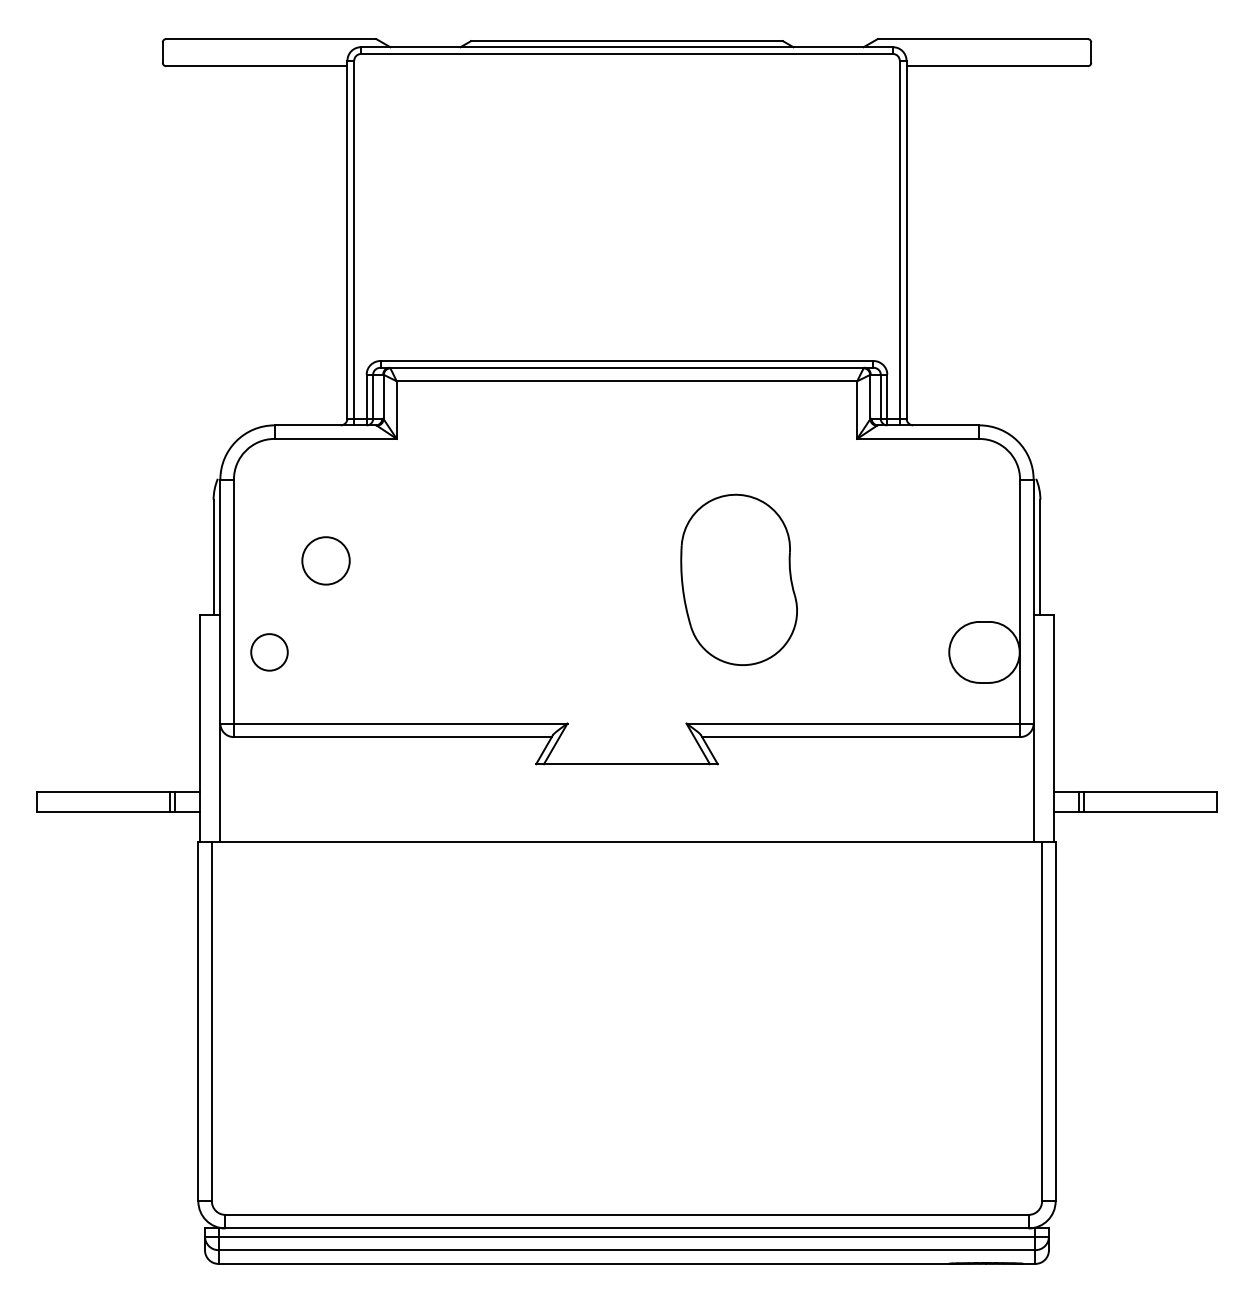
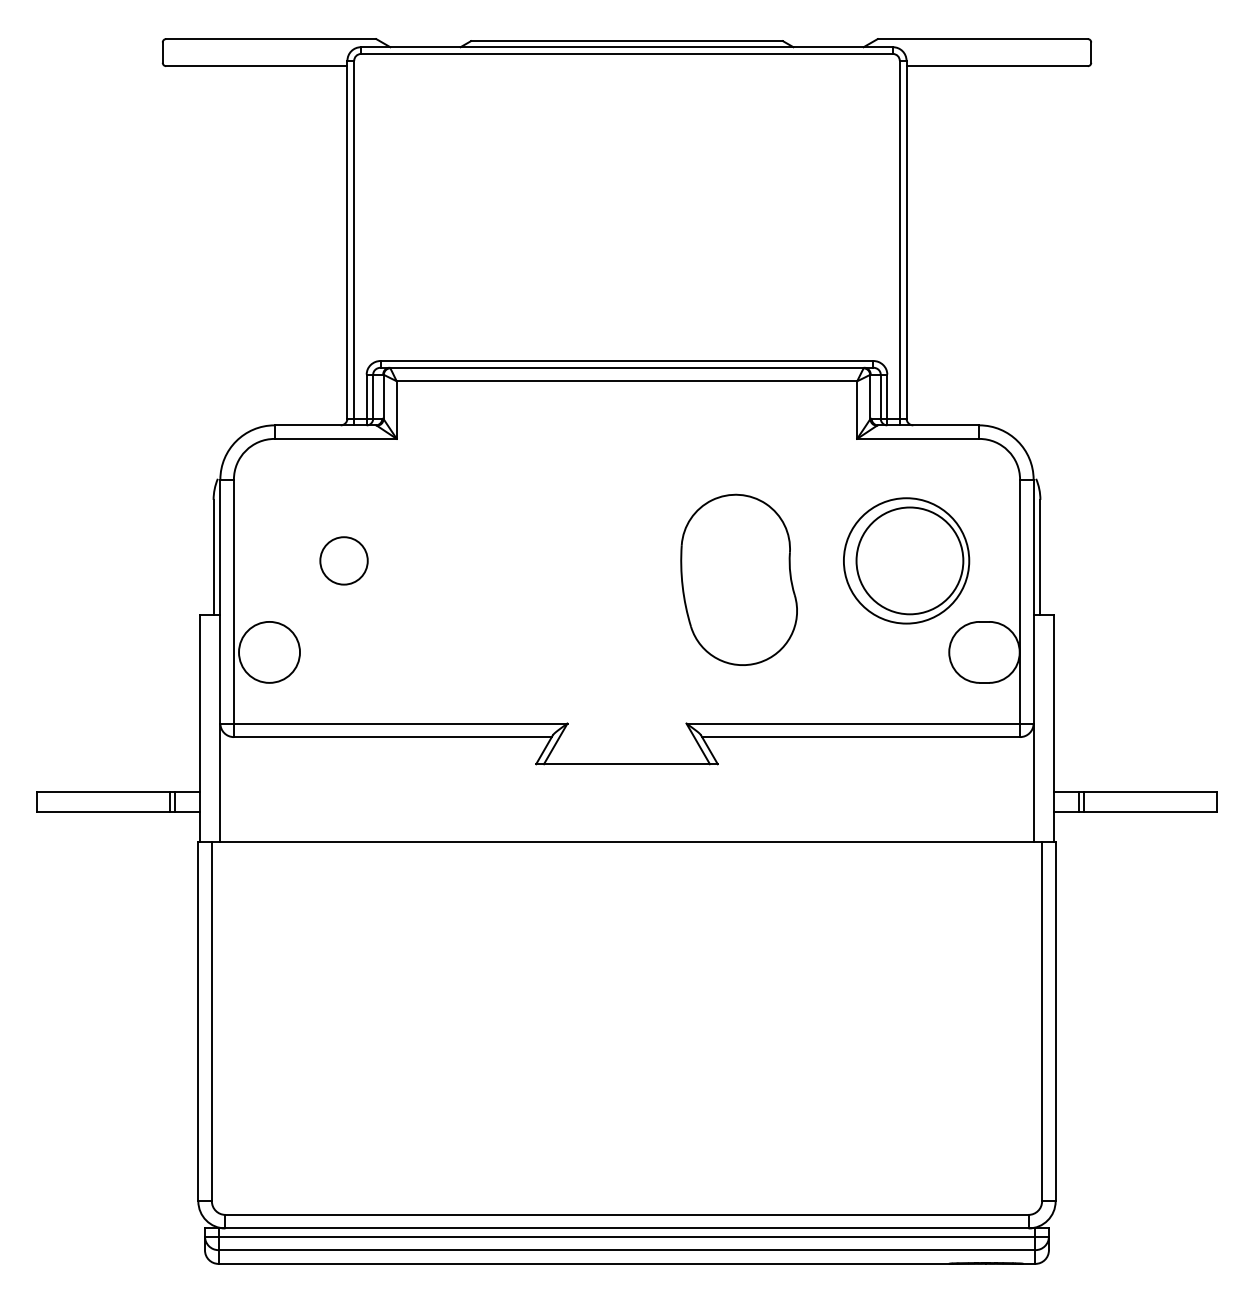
circle at (325, 560) position: (325, 560) -> (343, 560)
part at (906, 560): none -> present
circle at (269, 652) diameter: 37 px -> 61 px
